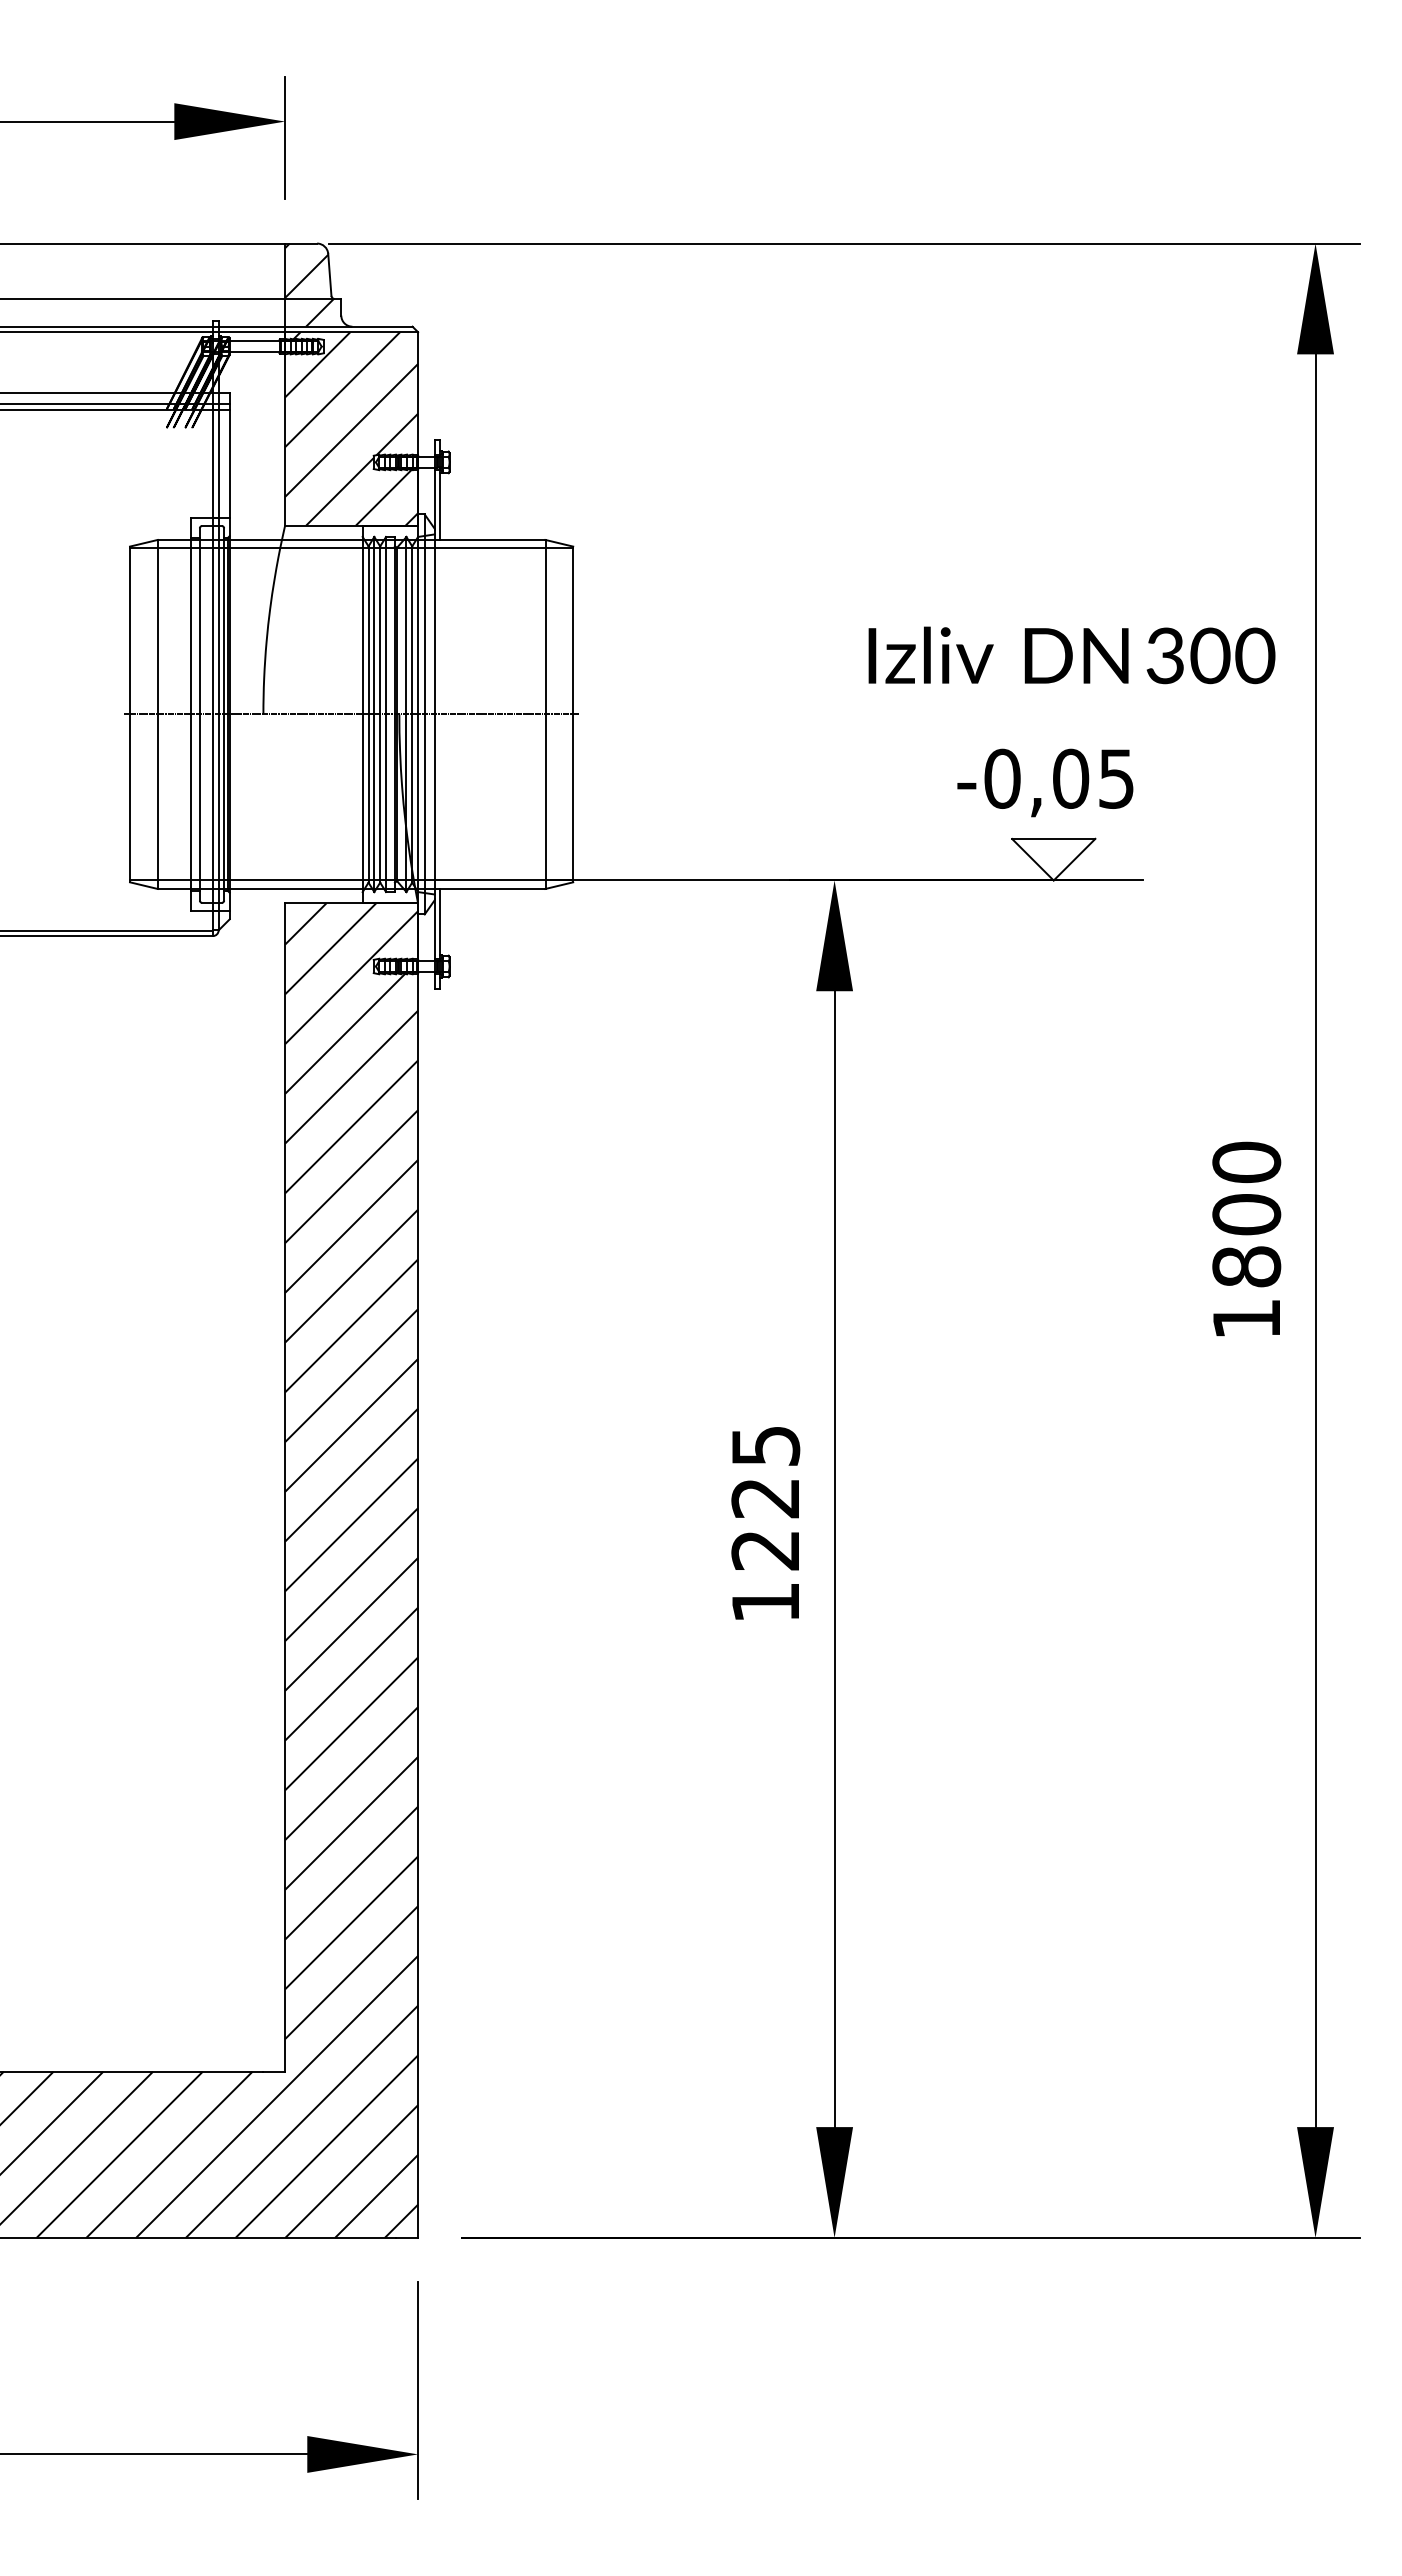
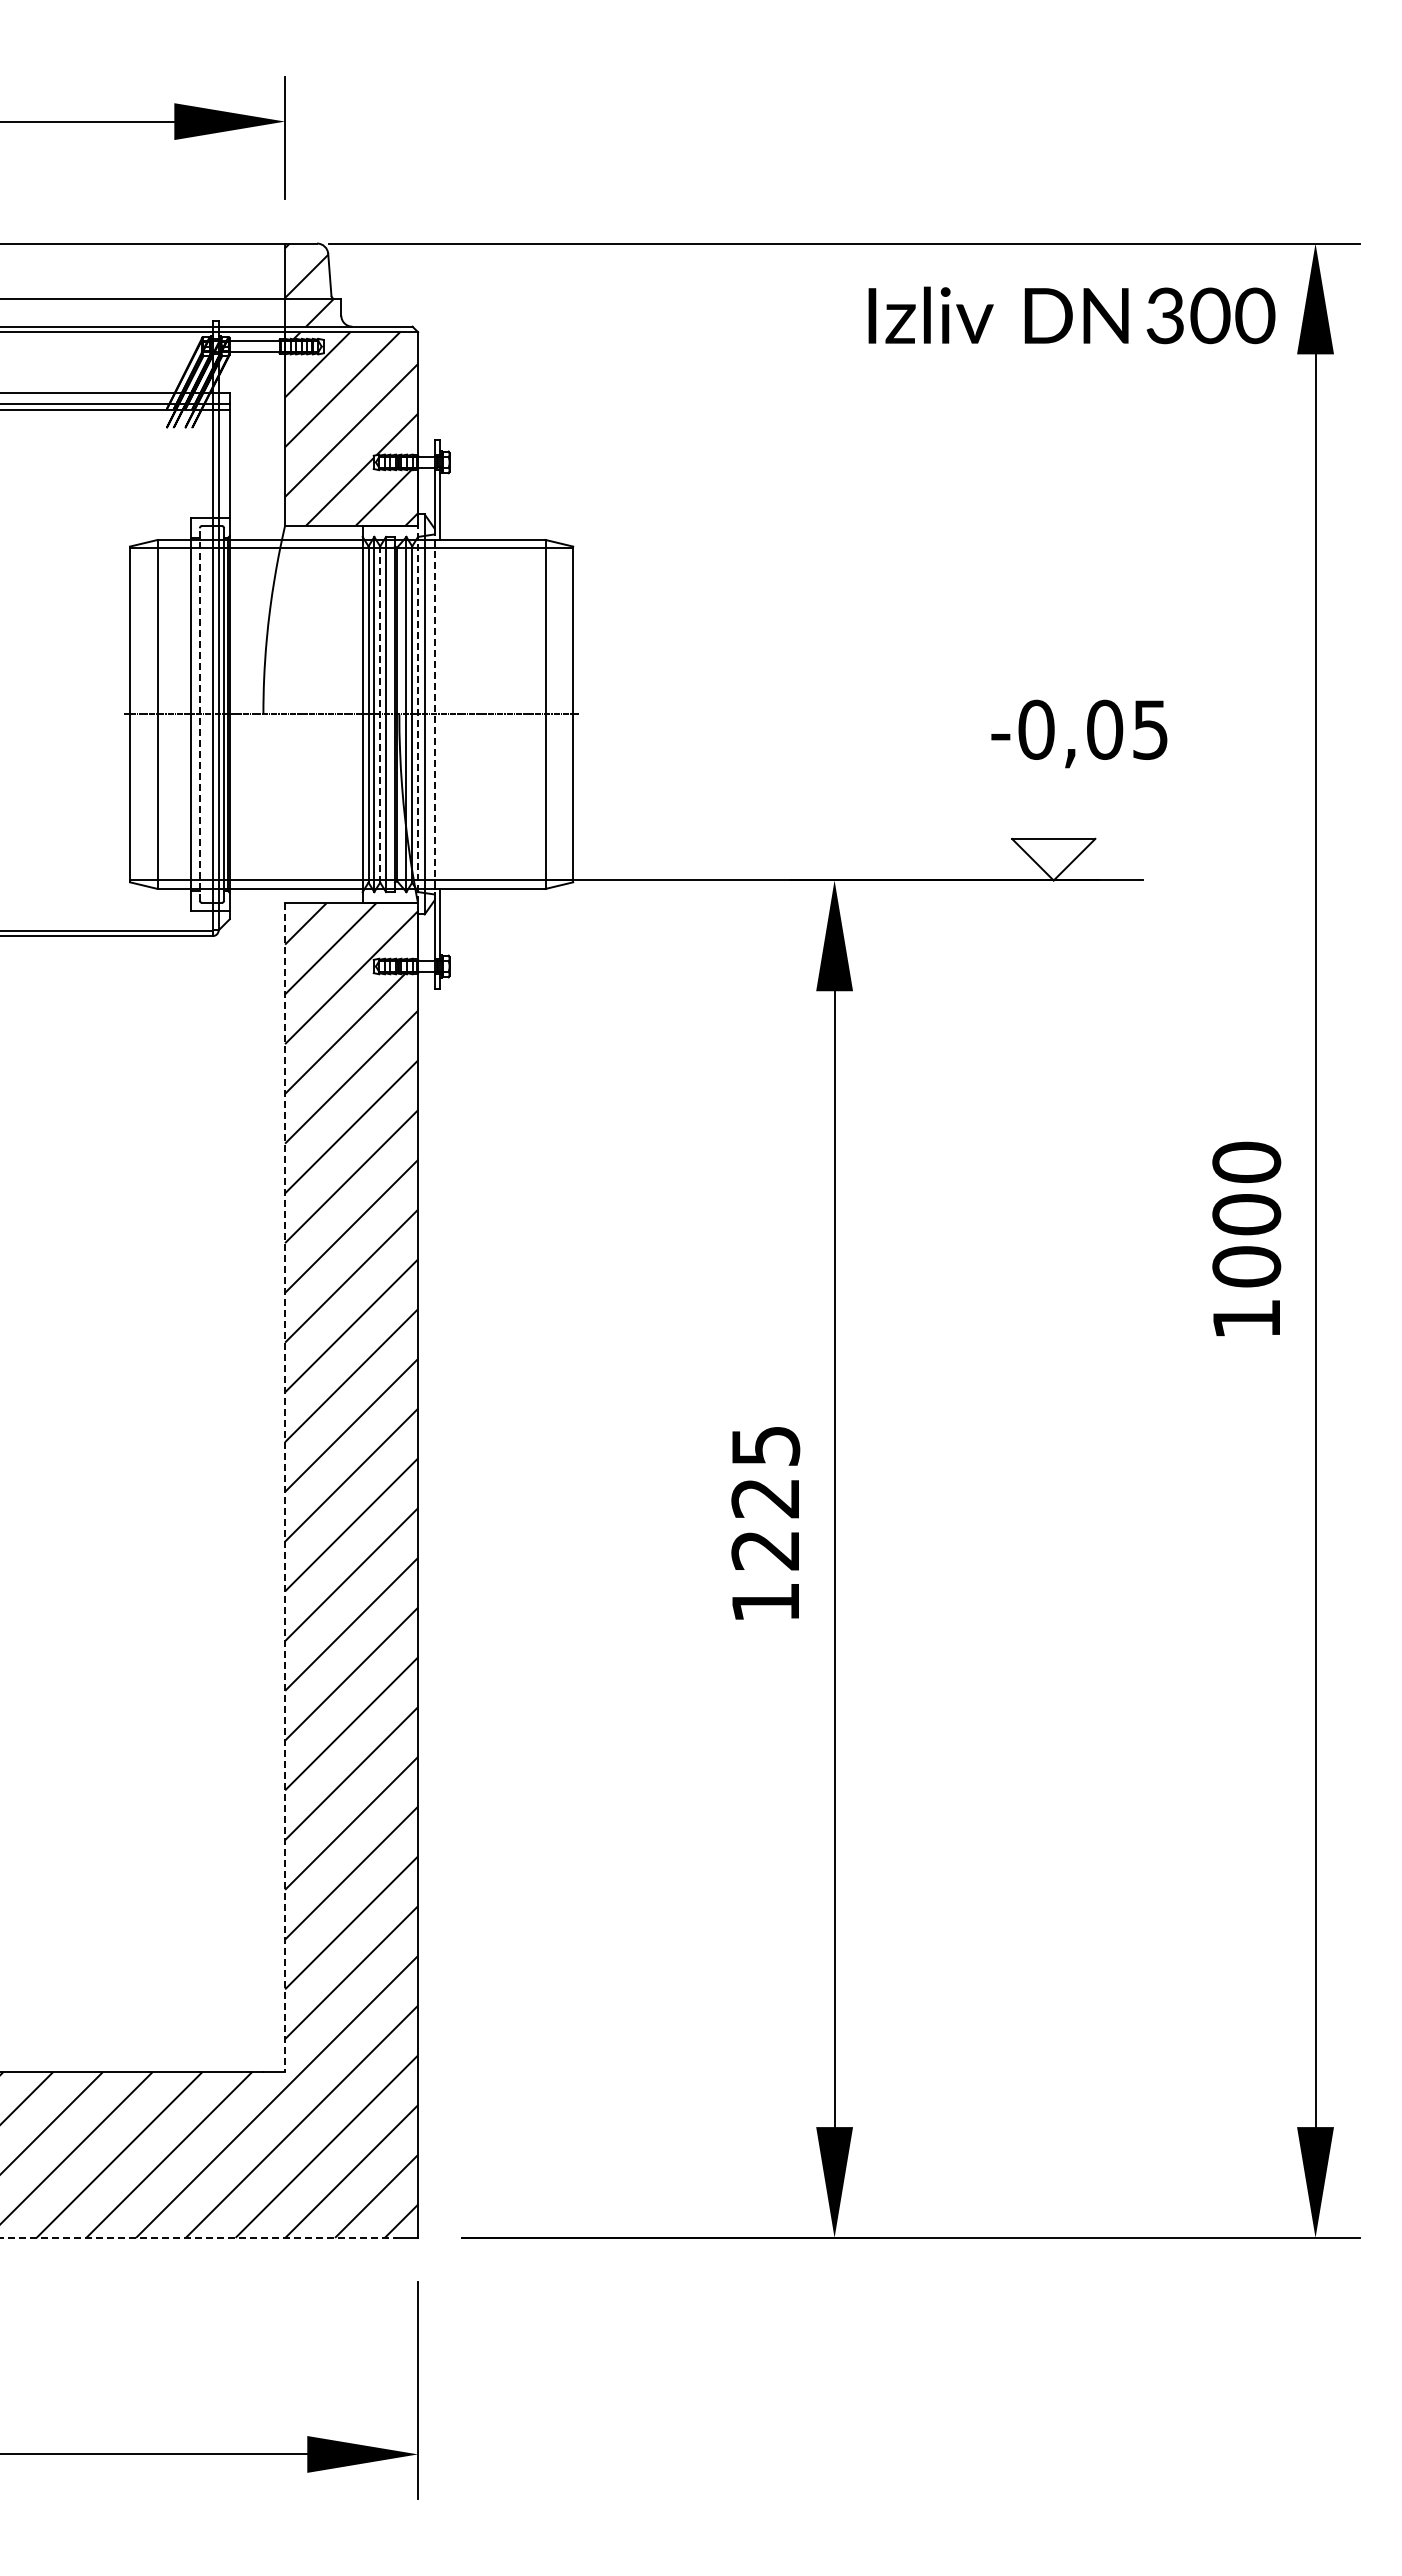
text at (1071, 655) position: (1071, 655) -> (1071, 315)
line at (199, 713): solid -> dashed
line at (380, 714): solid -> dashed
line at (418, 714): solid -> dashed
line at (434, 714): solid -> dashed
text at (1045, 782) position: (1045, 782) -> (1079, 733)
text at (1246, 1266): 1800 -> 1000
line at (285, 1488): solid -> dashed
line at (197, 2237): solid -> dashed
